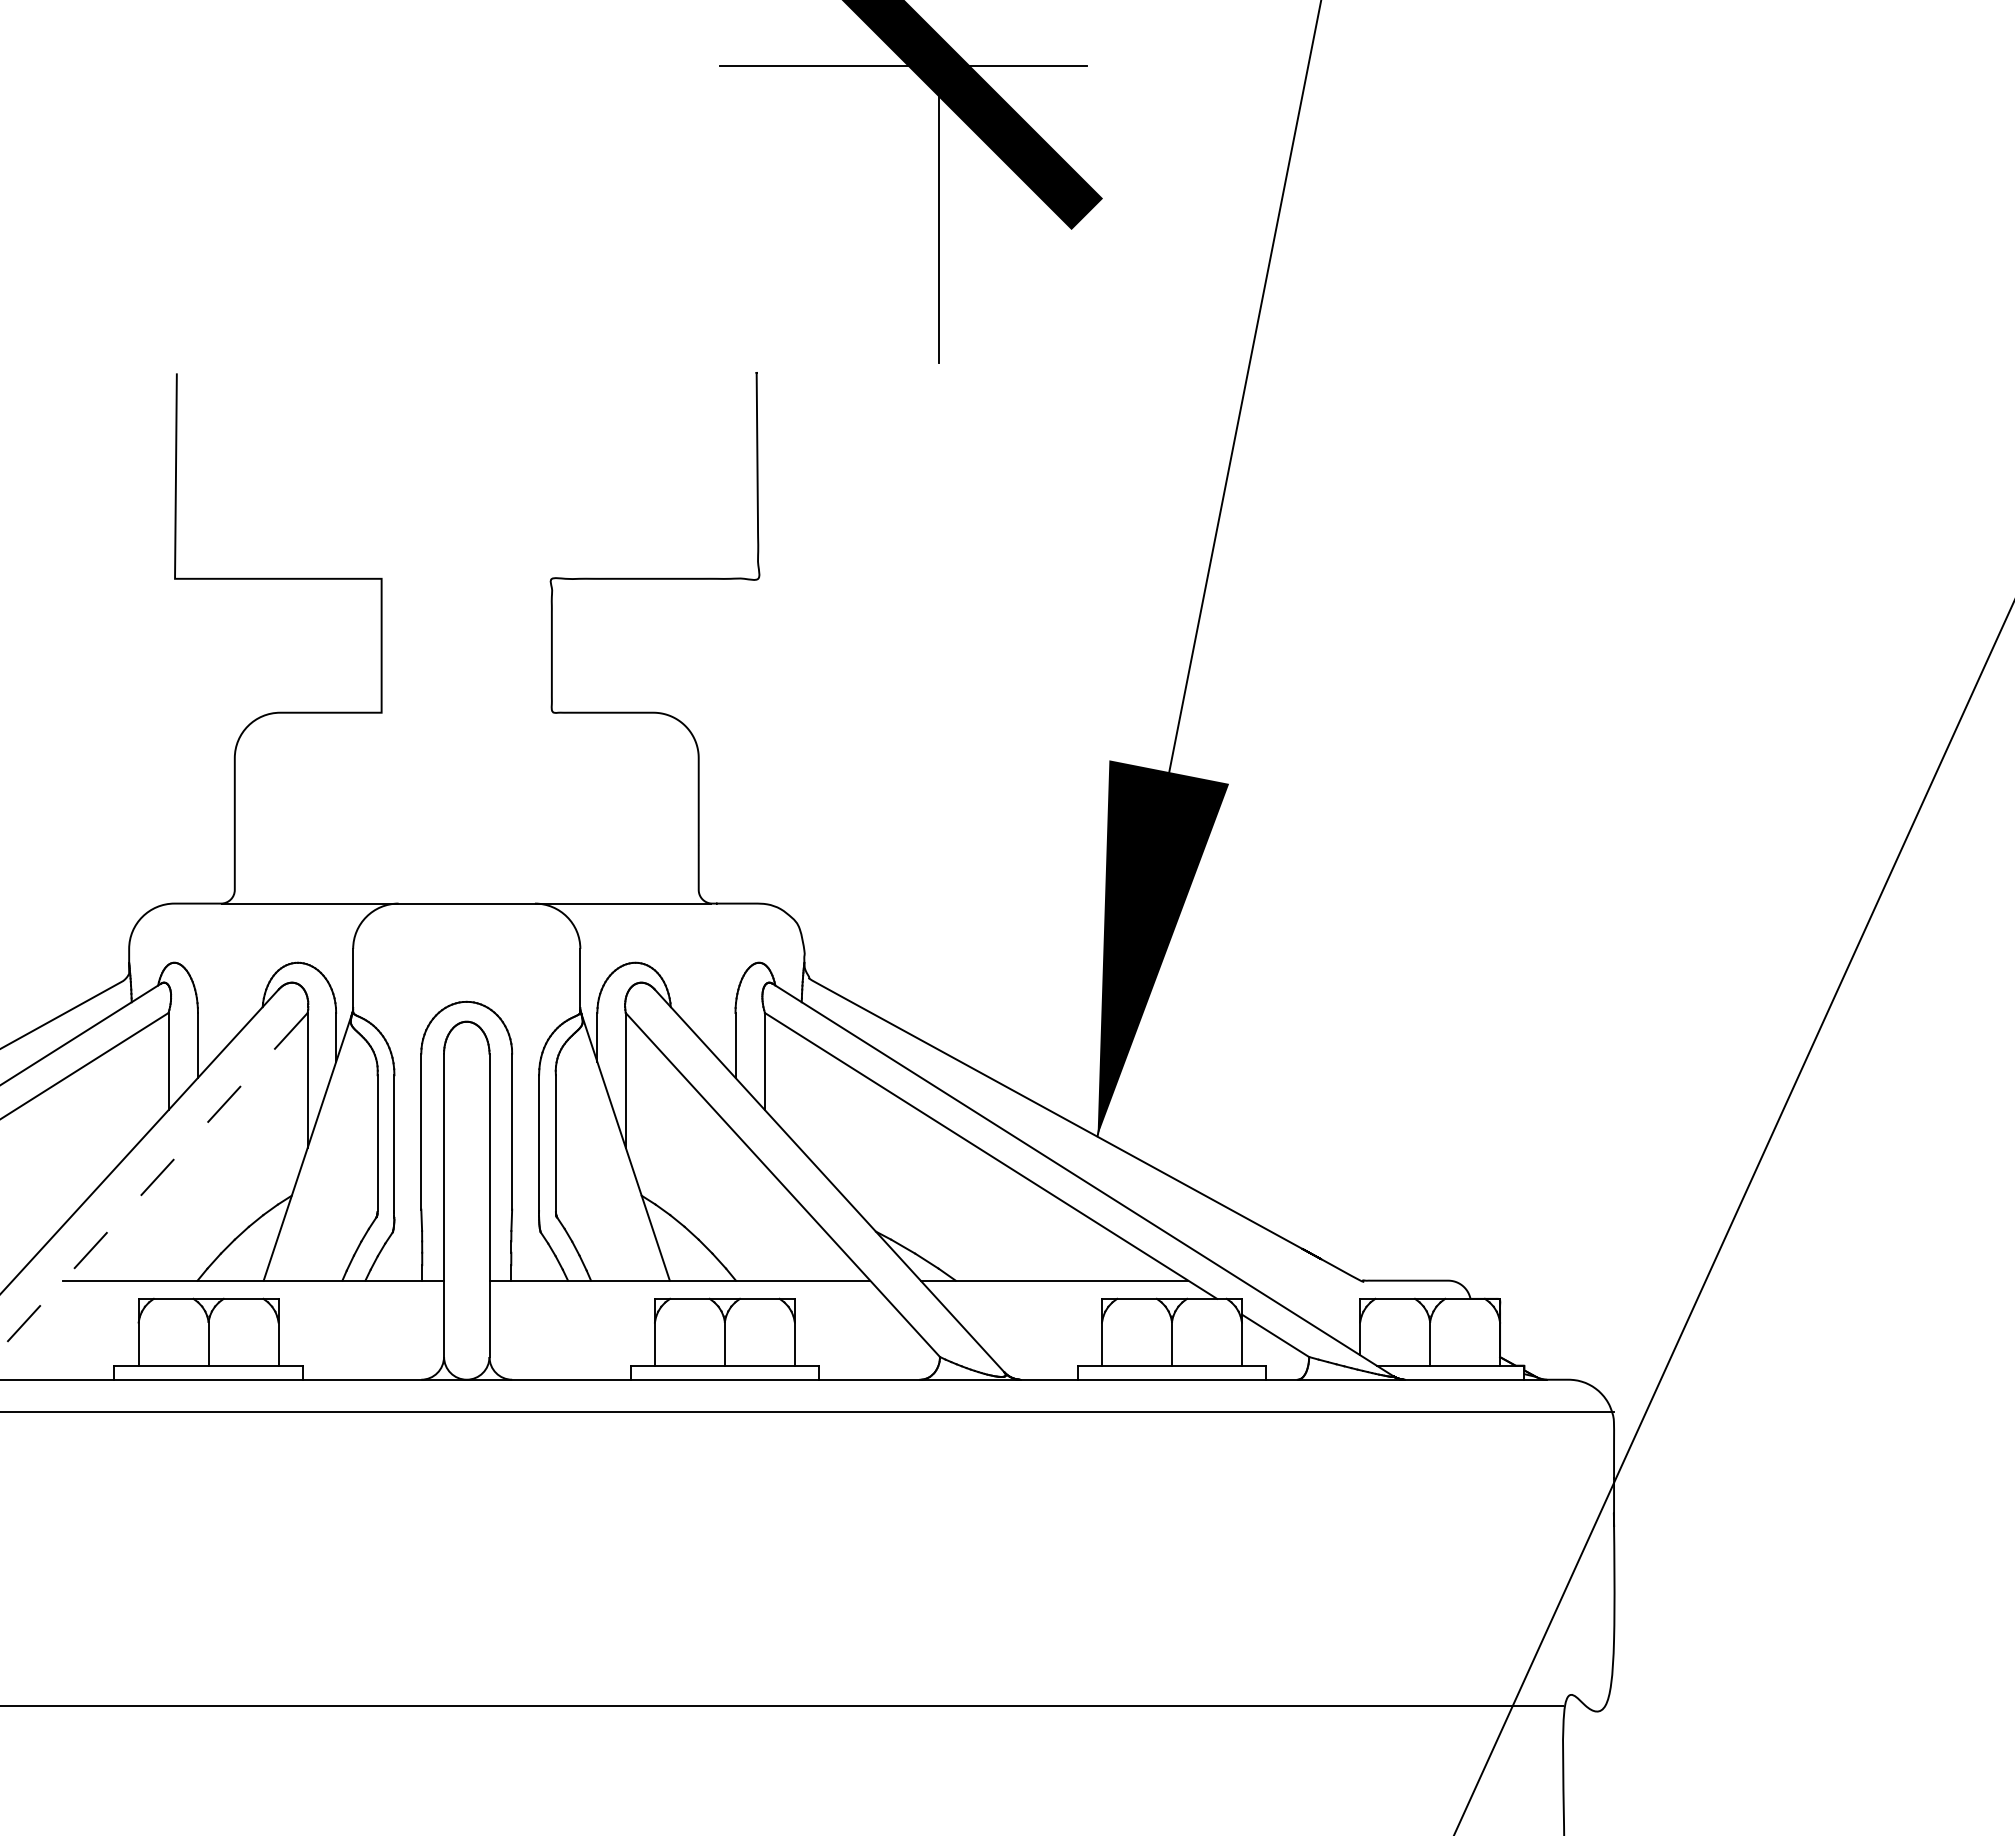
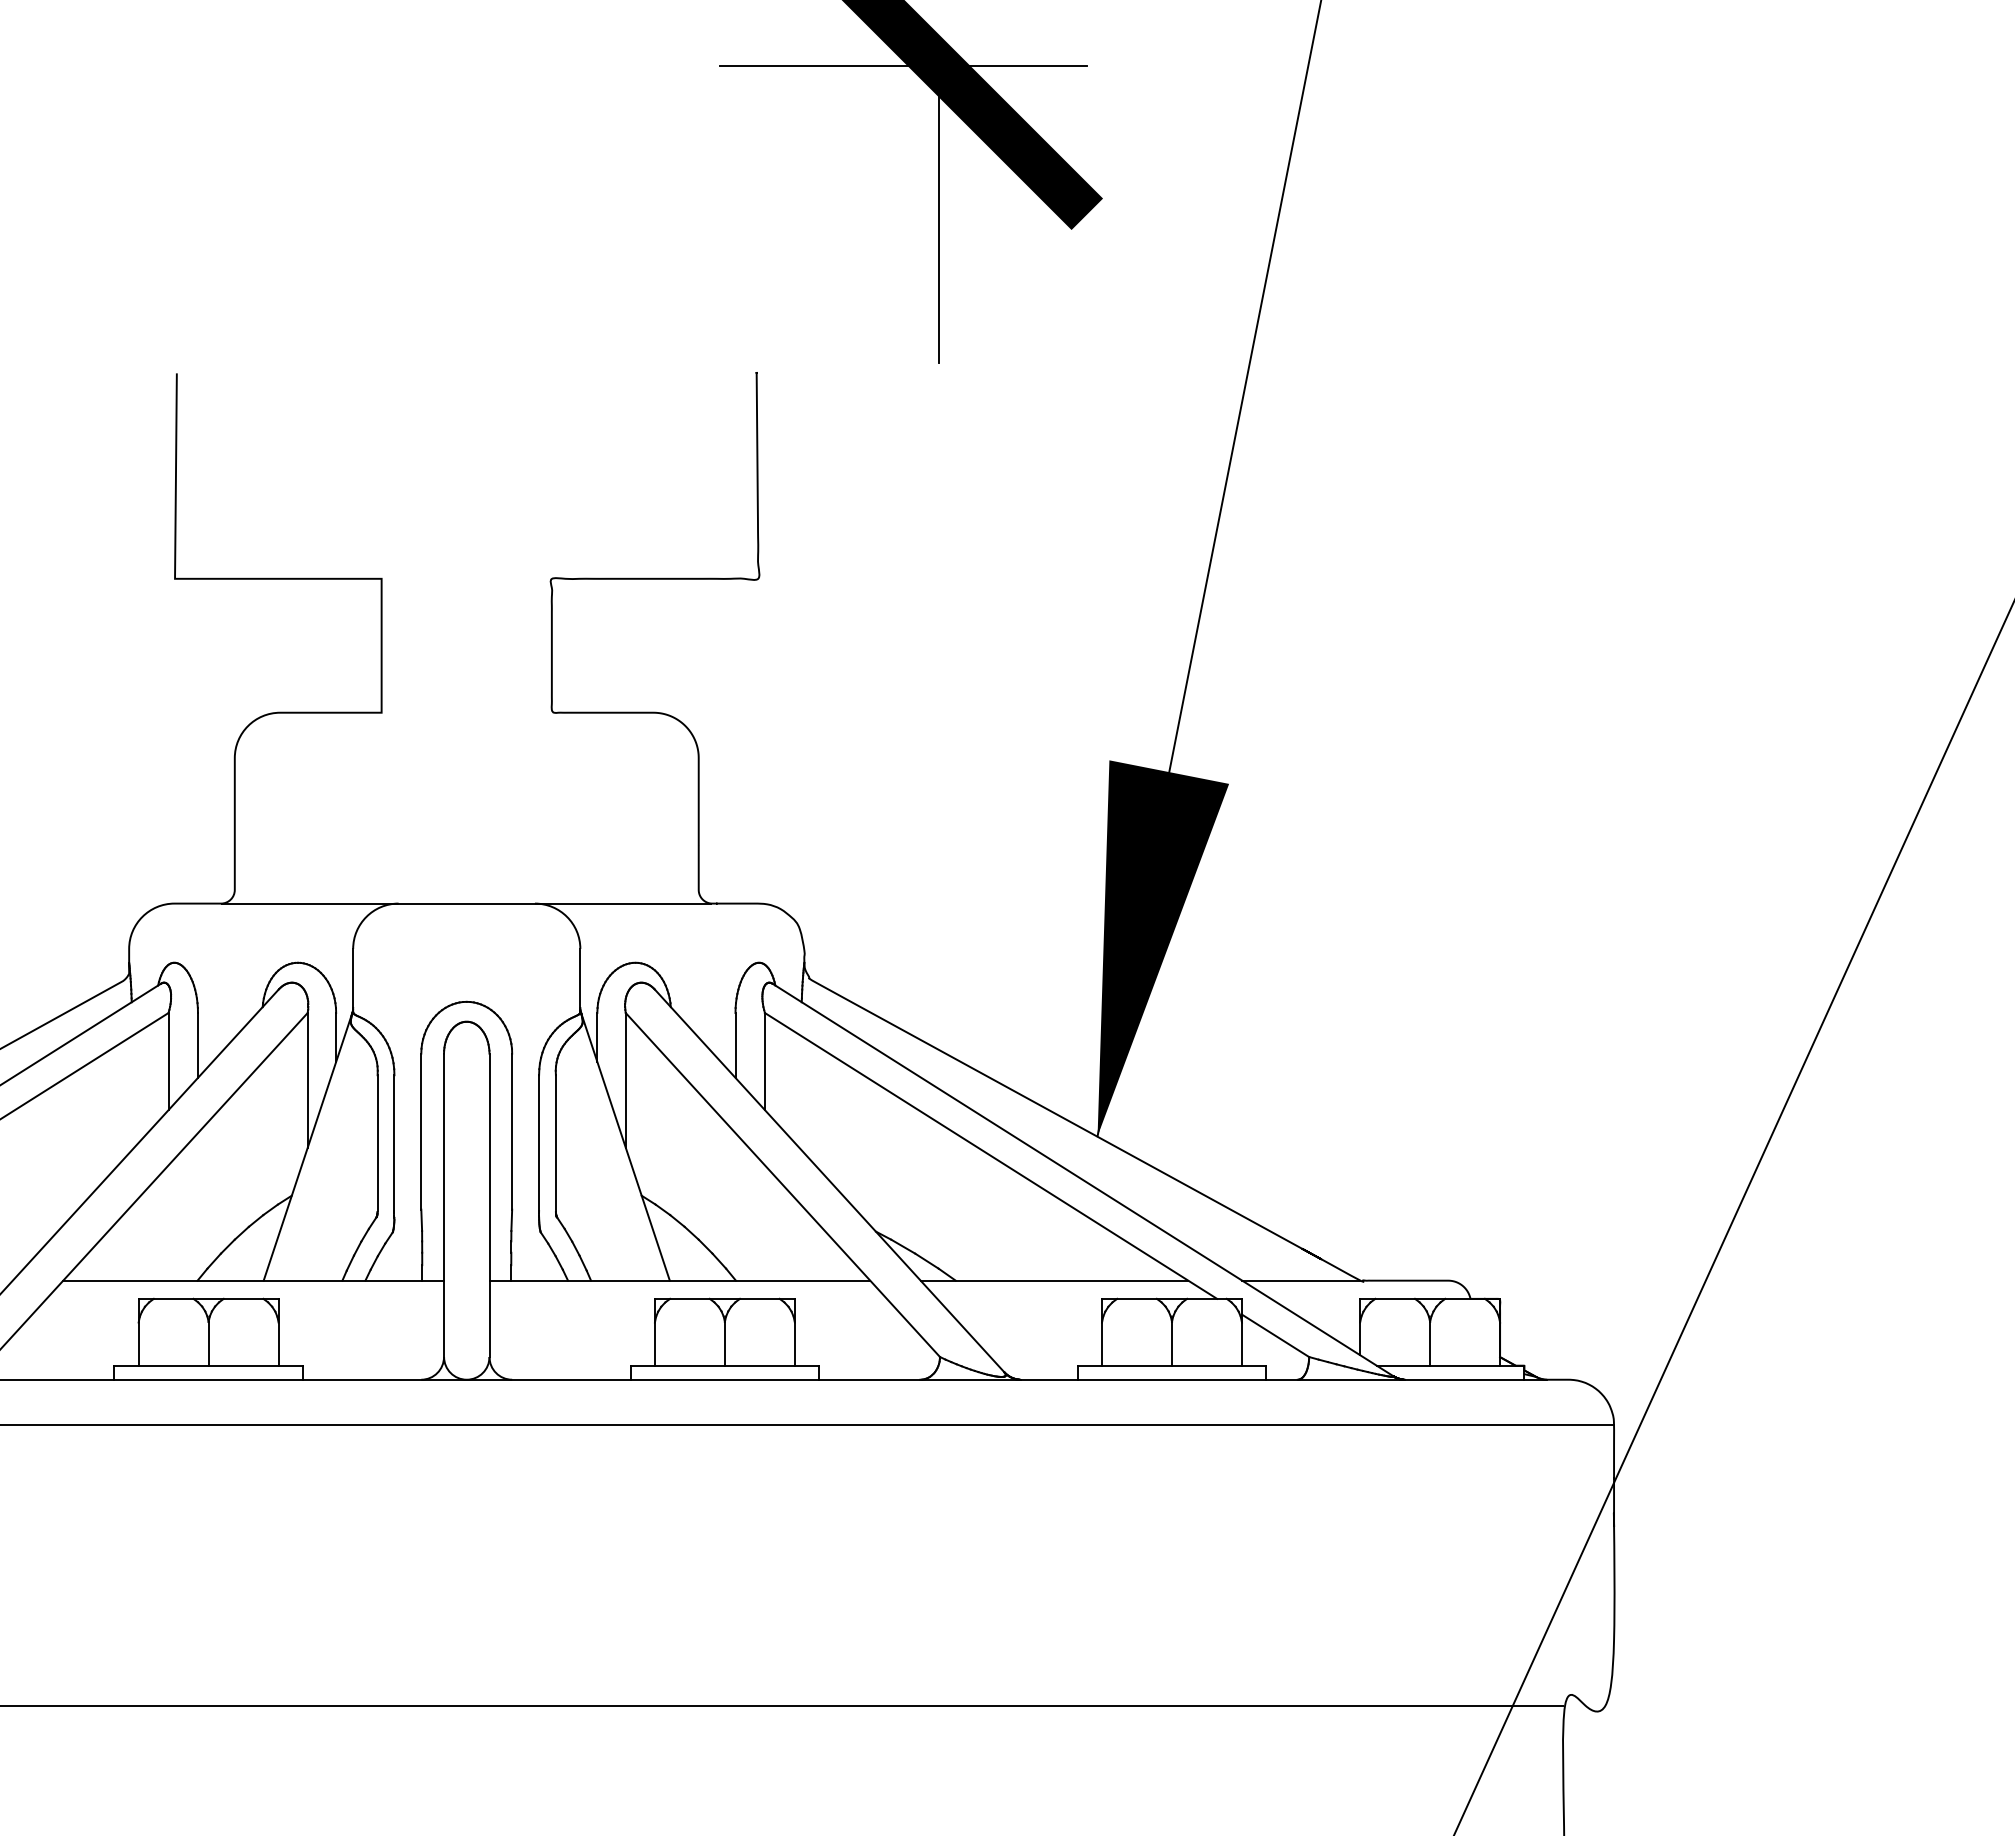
line at (153, 1181): dashed -> solid
line at (1301, 1280): none -> present
line at (808, 1412) position: (808, 1412) -> (808, 1425)
